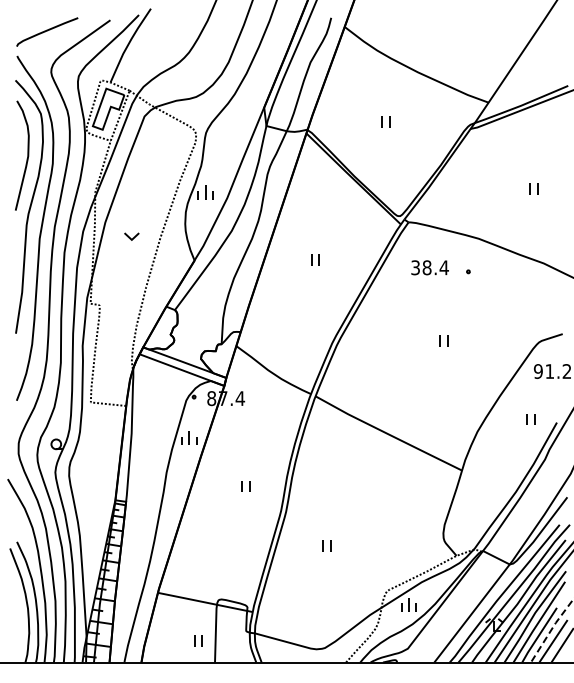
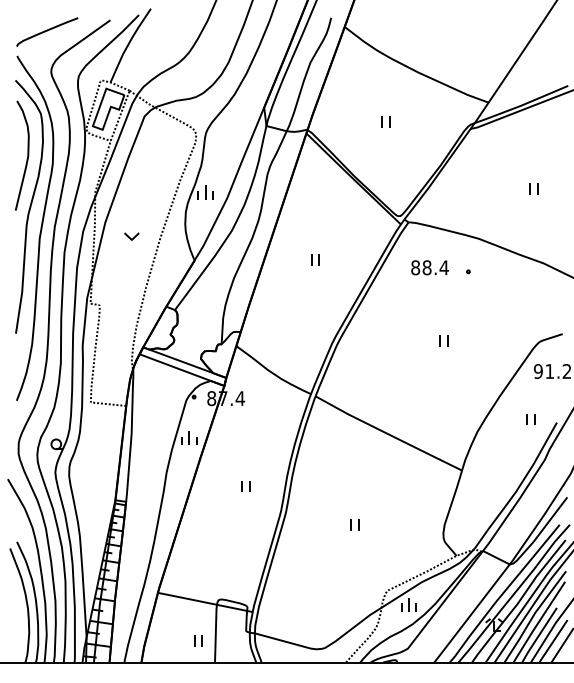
text at (415, 267): 38.4 -> 88.4
part at (326, 545) position: (326, 545) -> (354, 524)
line at (551, 629): dashed -> solid
